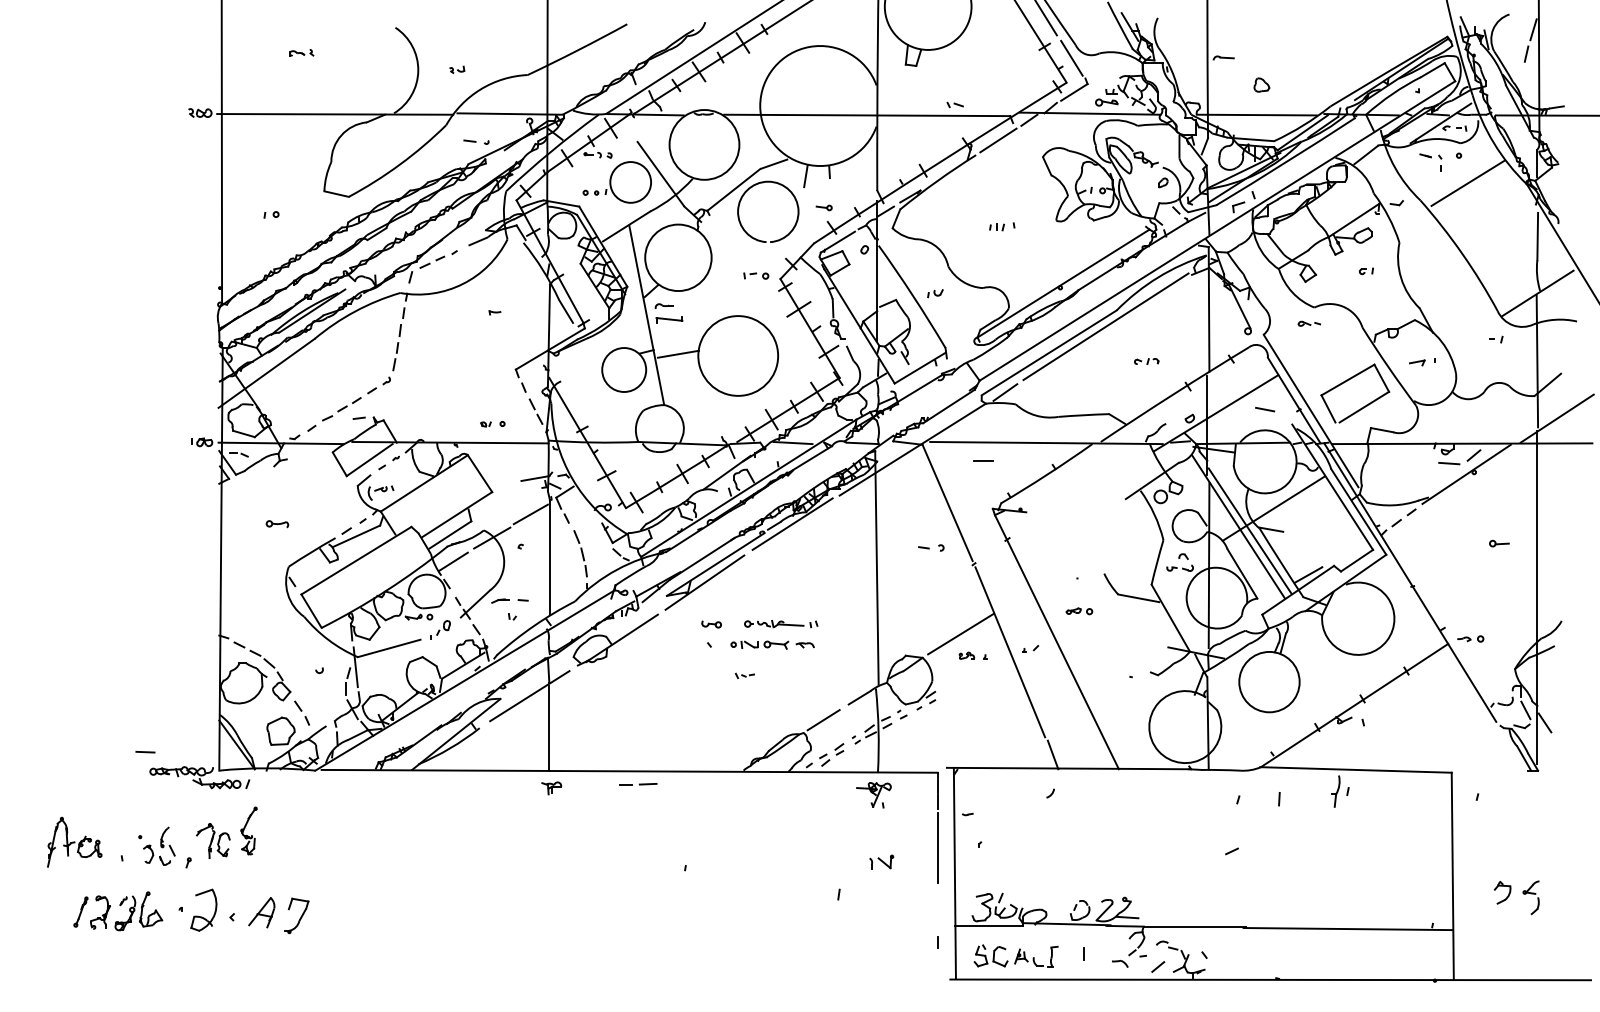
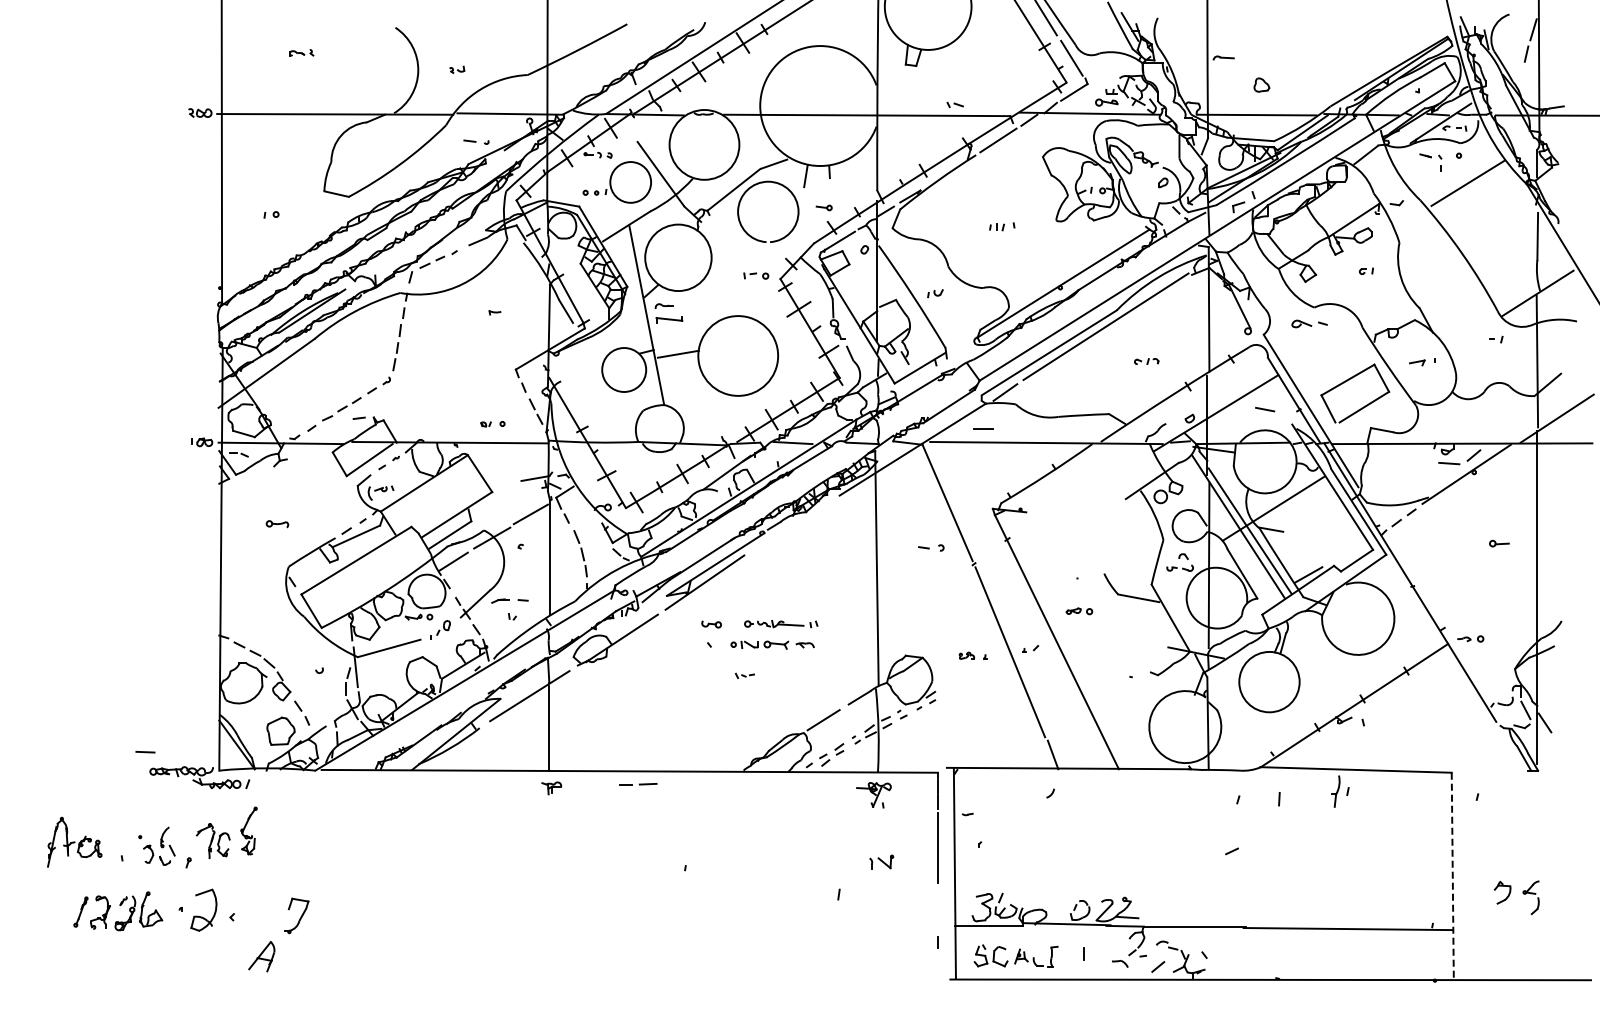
part at (1308, 323) size: 24x7 px -> 37x10 px
line at (983, 460) position: (983, 460) -> (983, 428)
line at (792, 523): present -> none
line at (960, 633): present -> none
line at (1452, 876): solid -> dashed
part at (261, 912) position: (261, 912) -> (261, 956)
